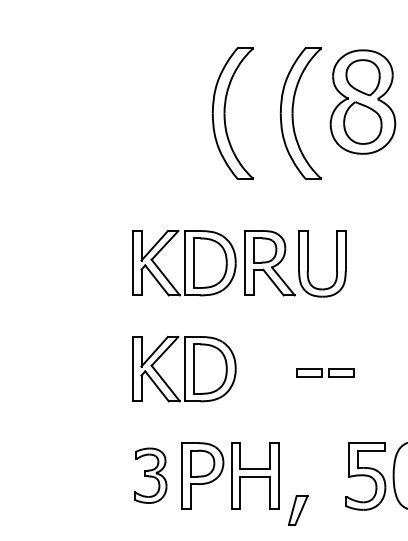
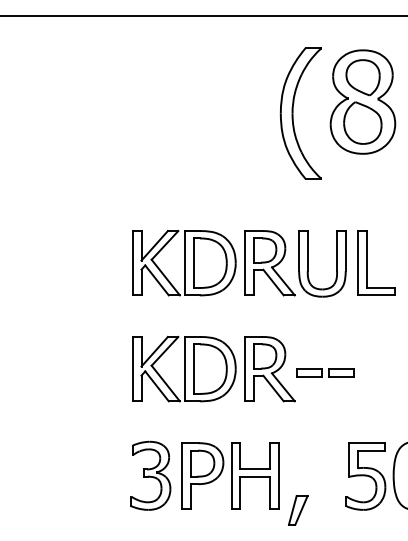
line at (203, 16): none -> present
part at (225, 113): present -> none
part at (367, 262): none -> present
part at (269, 369): none -> present
part at (150, 475) size: 34x57 px -> 42x71 px
